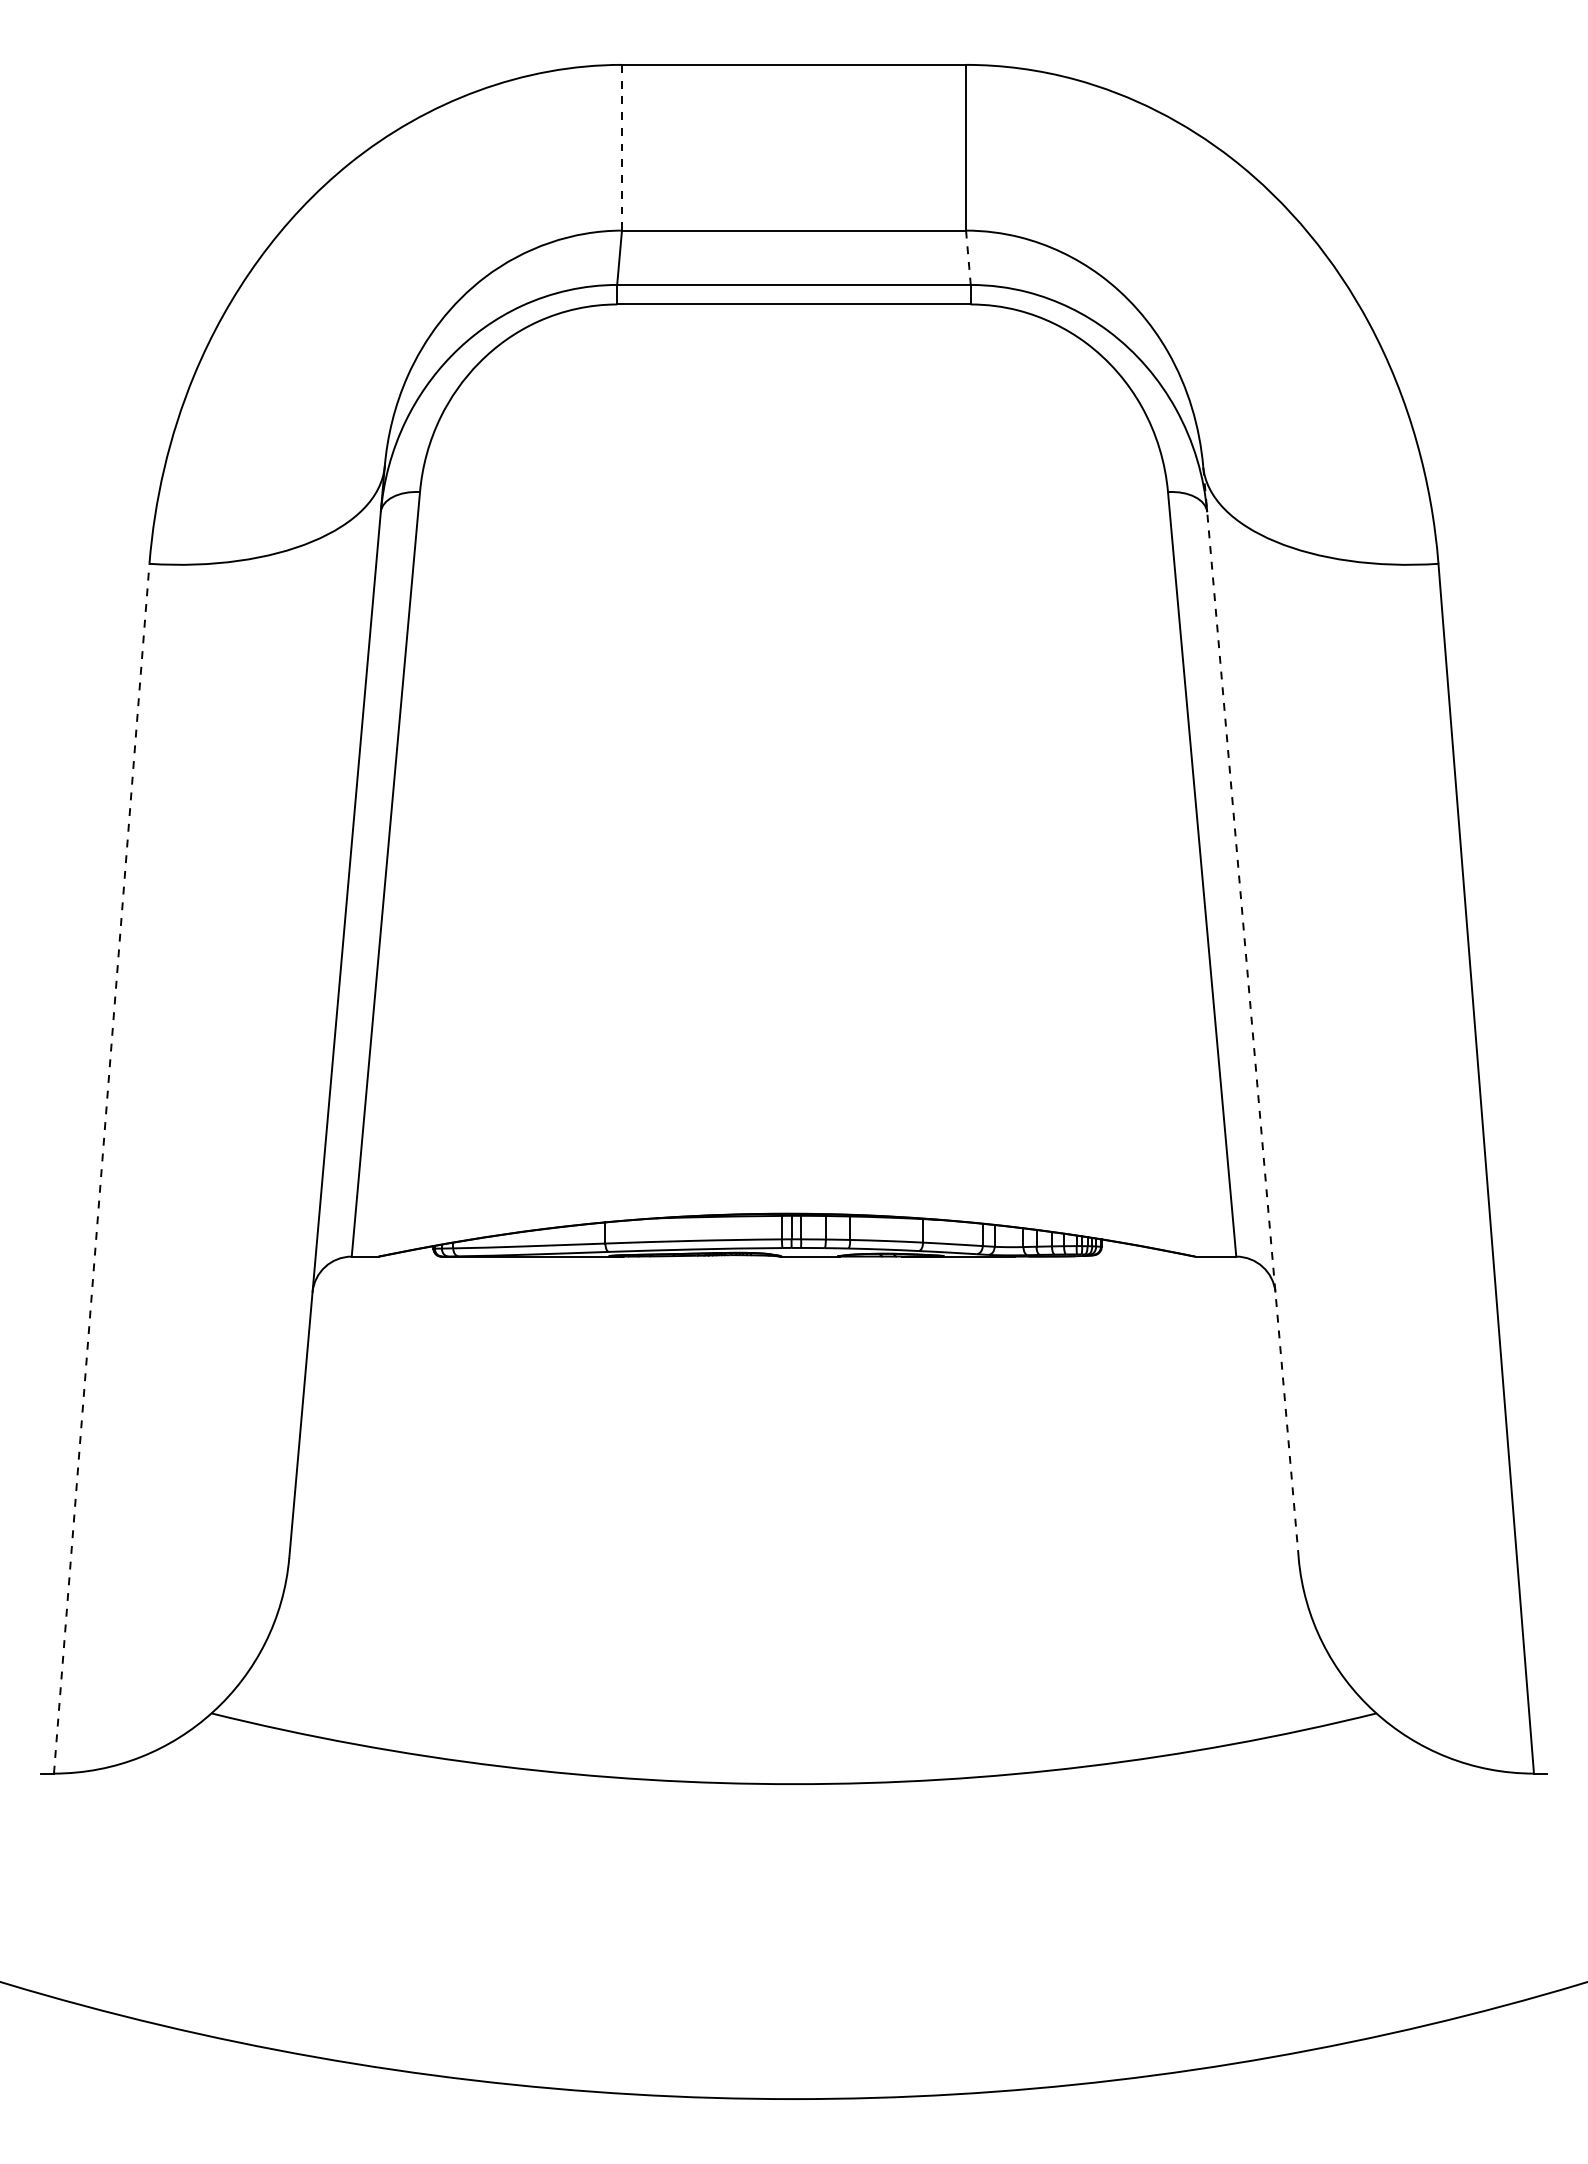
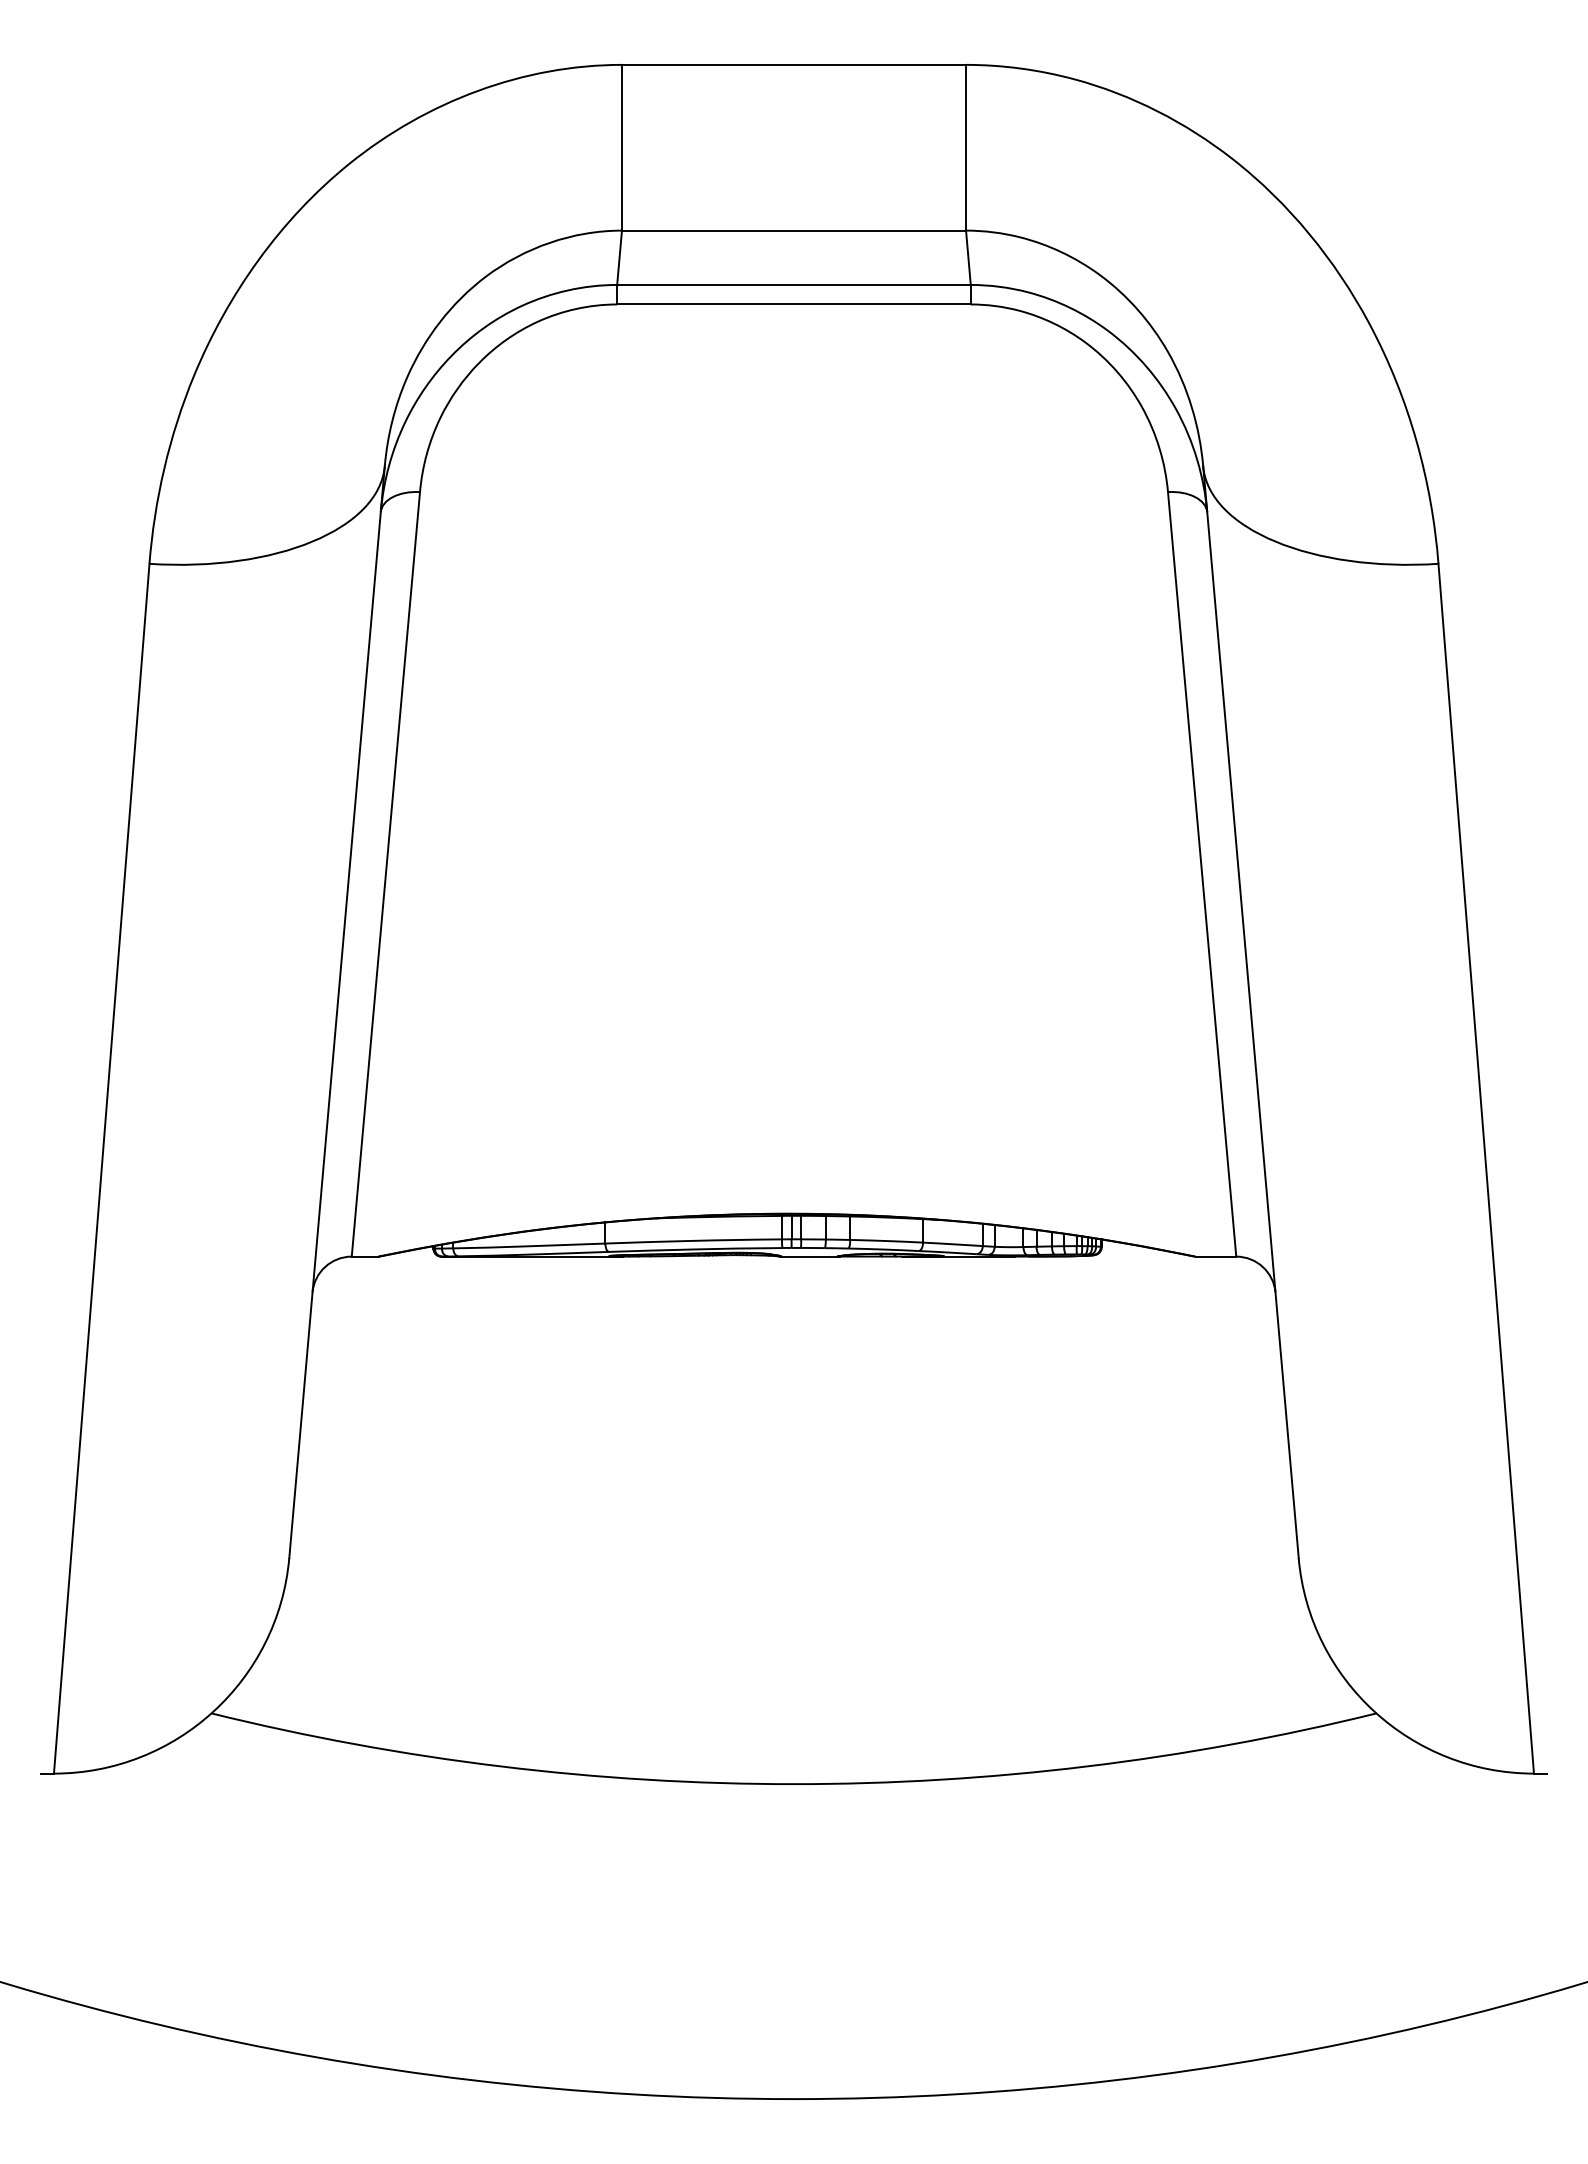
line at (621, 147): dashed -> solid
line at (968, 258): dashed -> solid
line at (1250, 1011): dashed -> solid
line at (101, 1168): dashed -> solid
